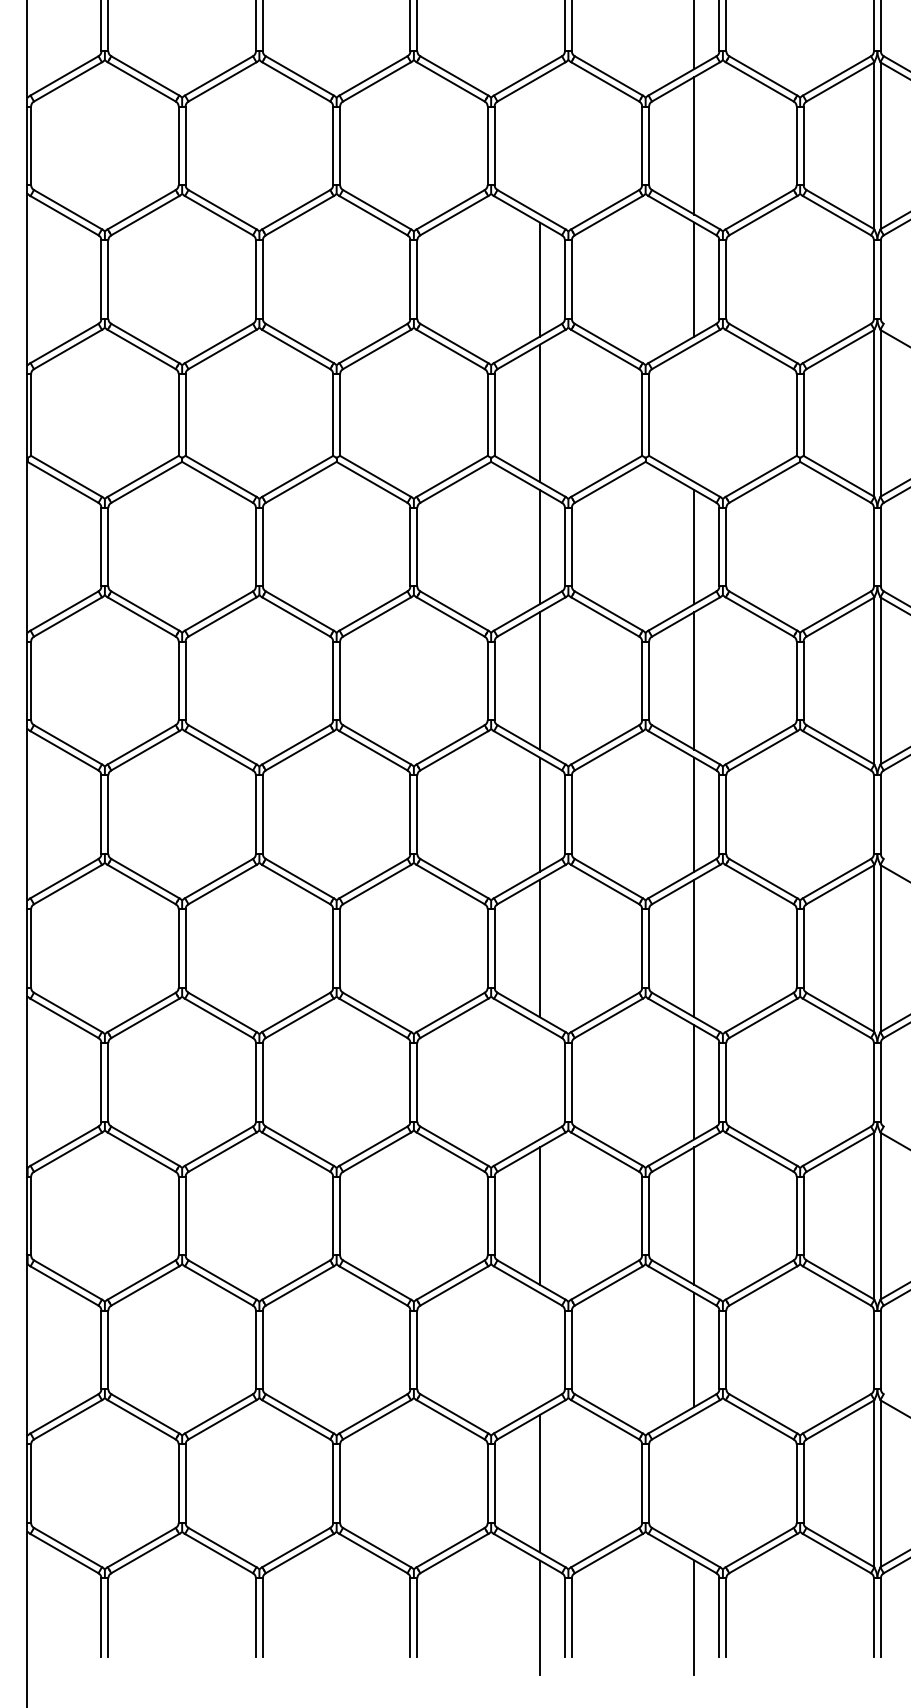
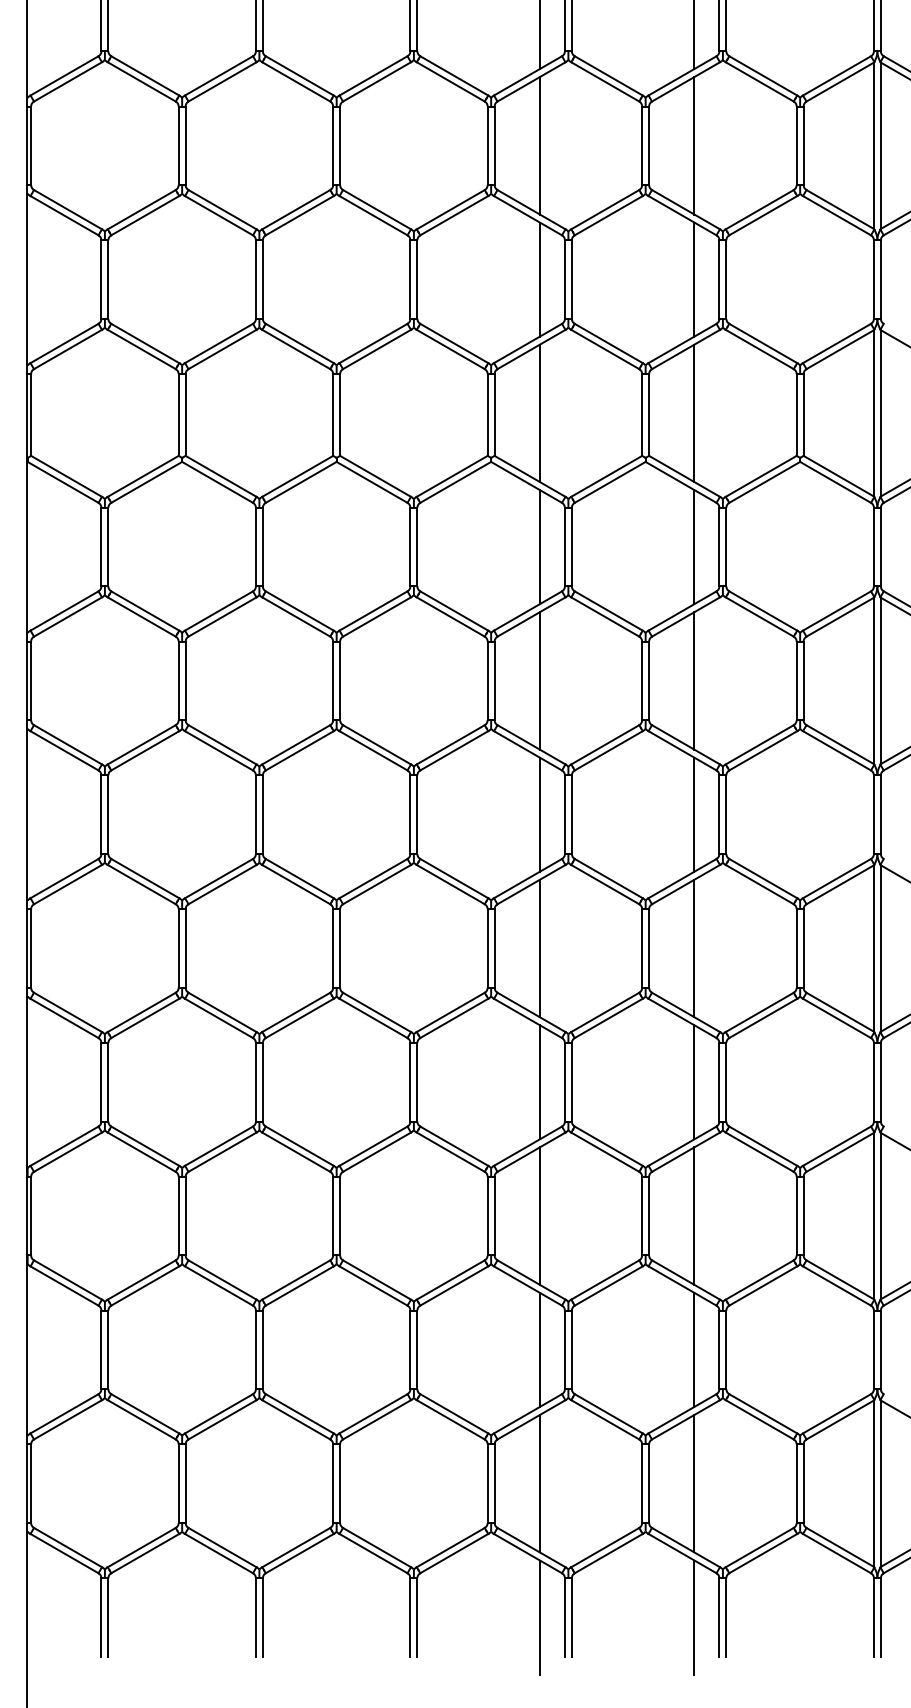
line at (539, 35): none -> present
line at (539, 145): none -> present
line at (694, 413): none -> present
line at (539, 1082): none -> present
line at (539, 1349): none -> present
line at (694, 1483): none -> present
